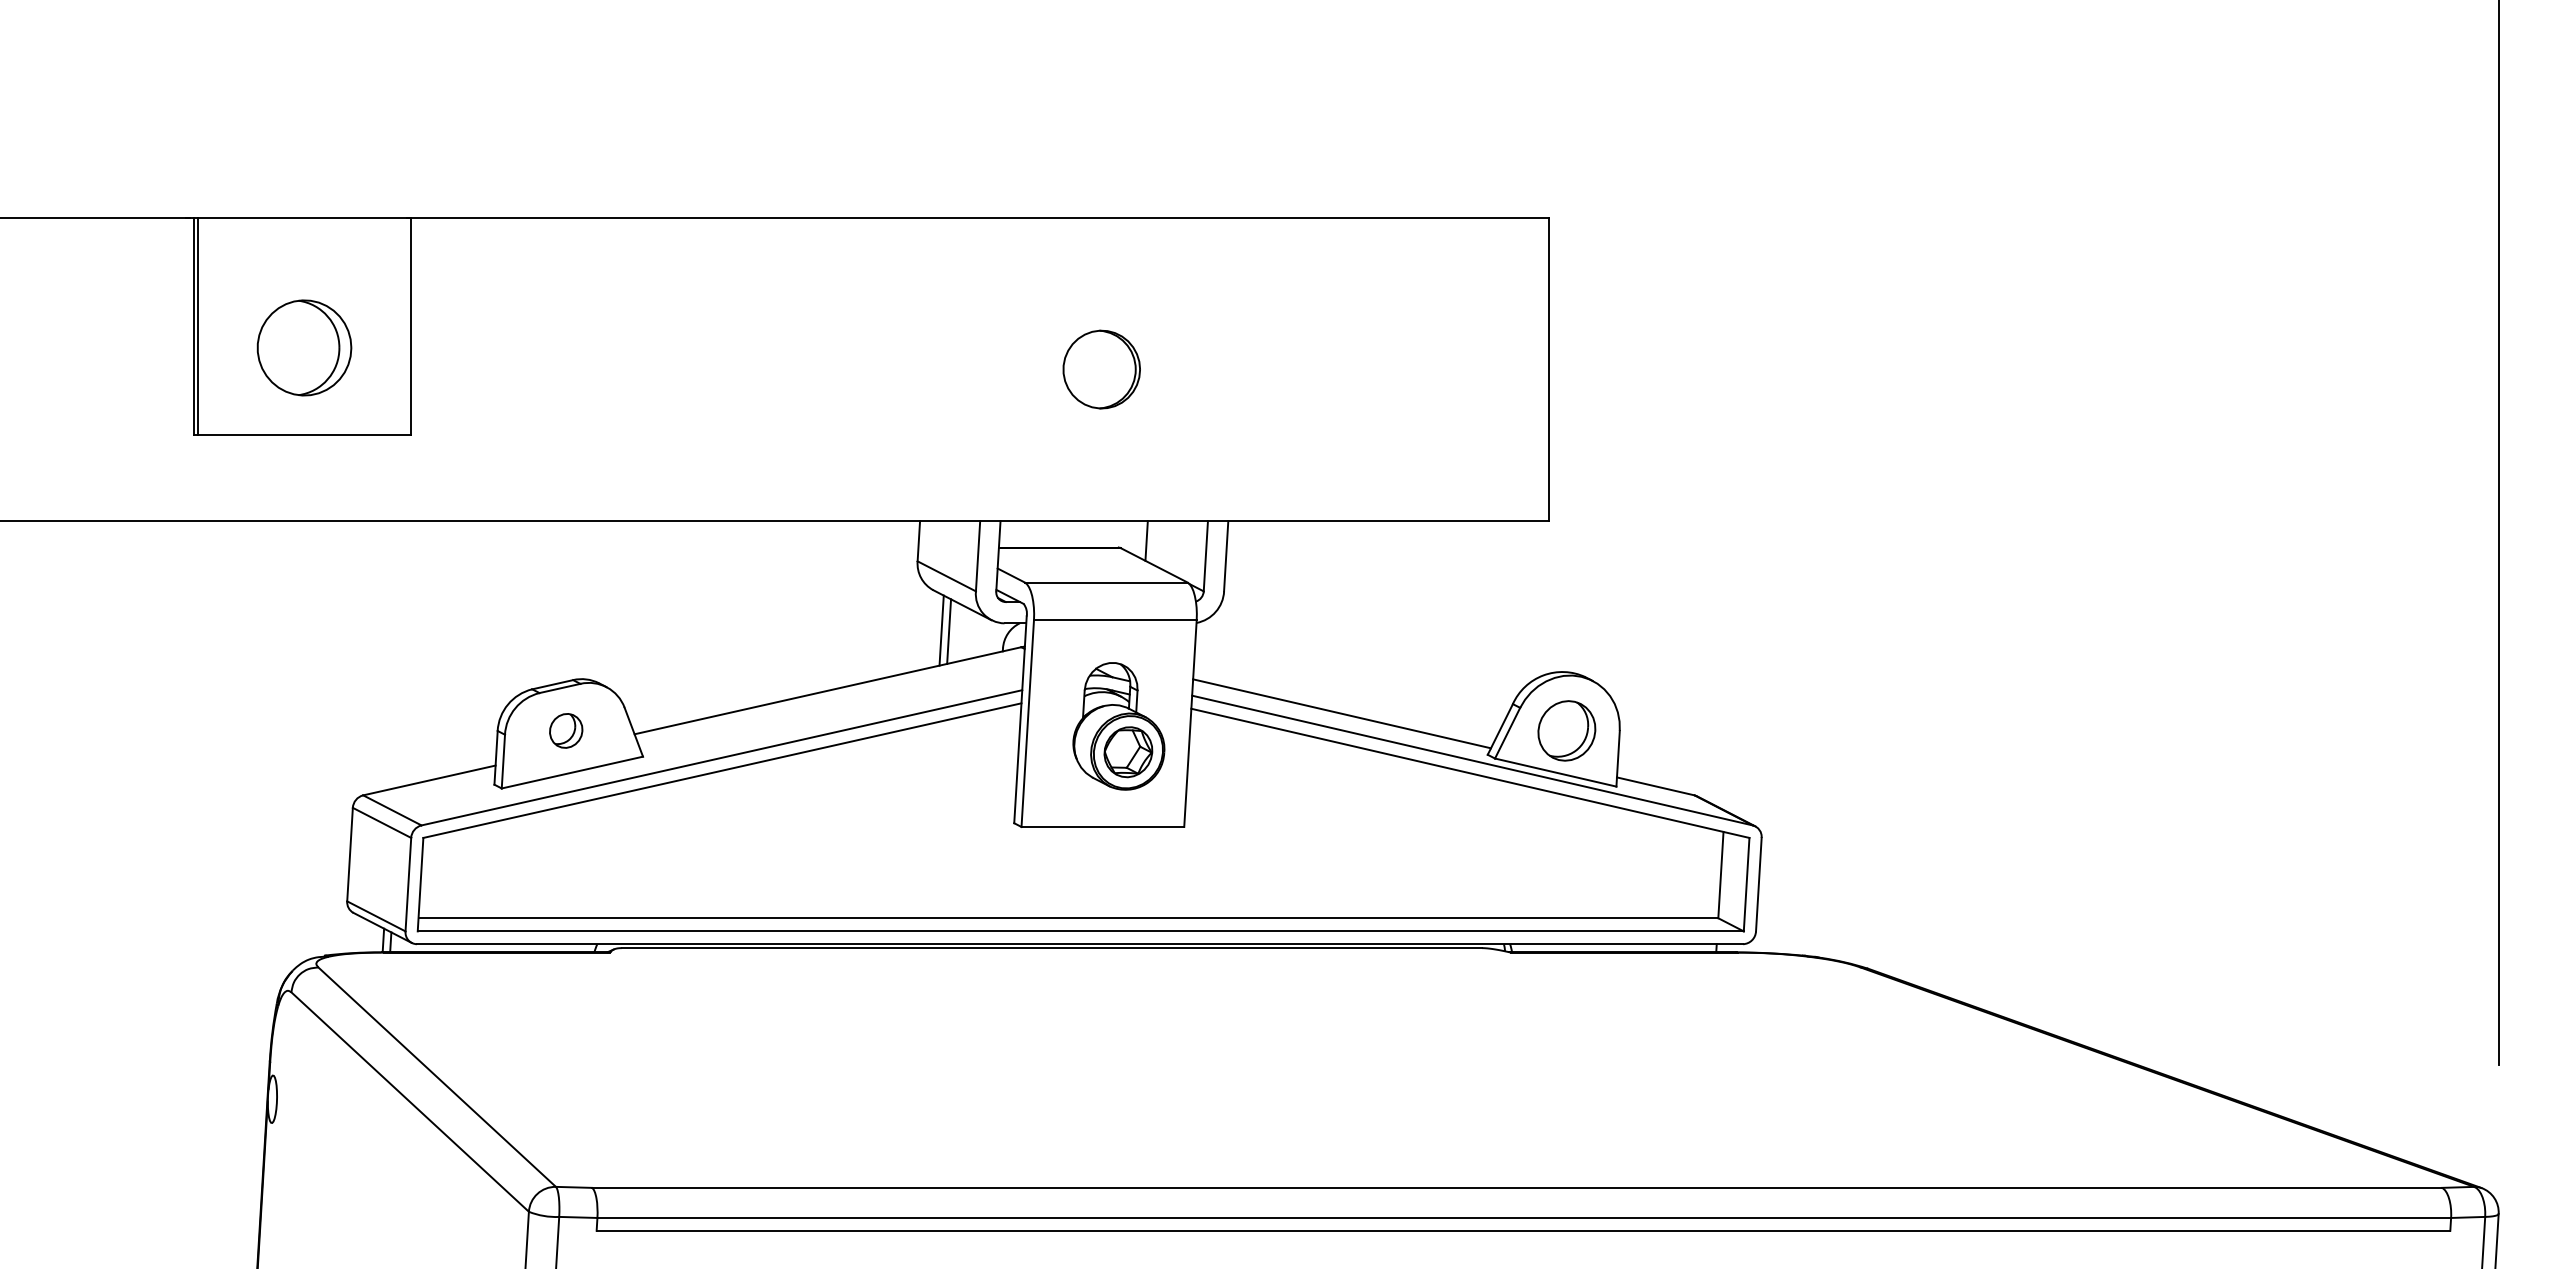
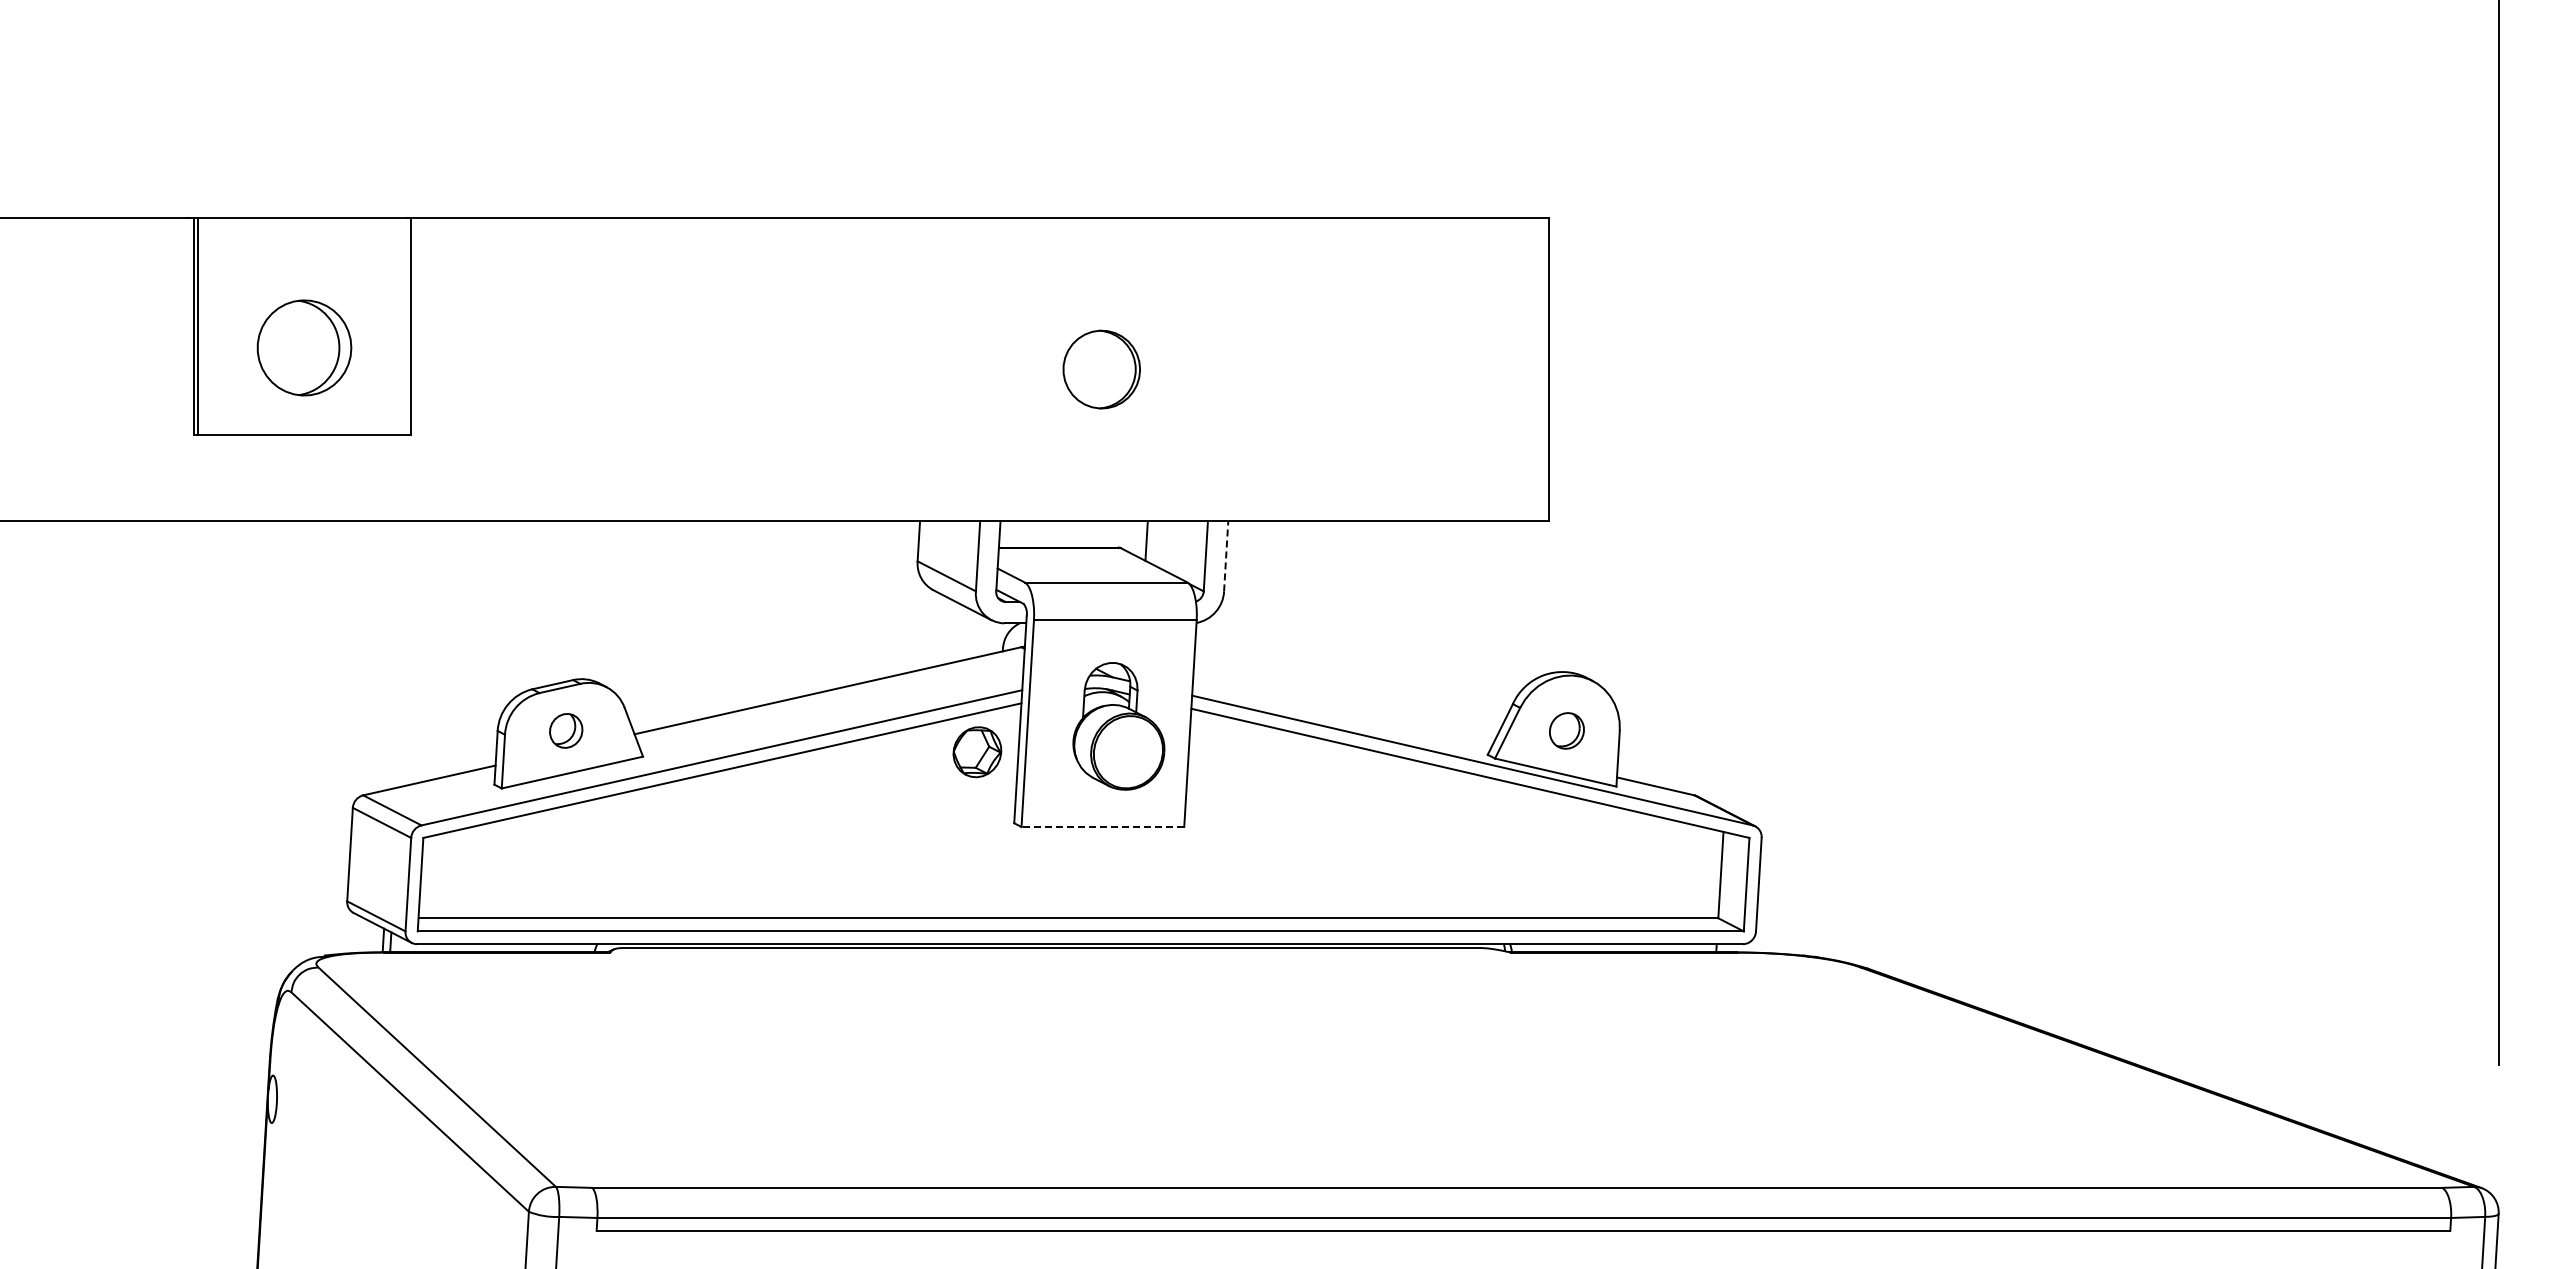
line at (1226, 555): solid -> dashed
line at (941, 630): present -> none
line at (949, 631): present -> none
line at (1341, 713): present -> none
part at (1566, 730) size: 60x62 px -> 36x38 px
part at (1128, 752) position: (1128, 752) -> (977, 752)
line at (1102, 826): solid -> dashed
